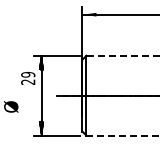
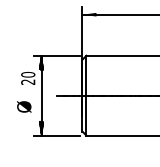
line at (122, 55): dashed -> solid
text at (28, 74): 29 -> 20
text at (11, 106) position: (11, 106) -> (24, 106)
line at (123, 135): dashed -> solid
